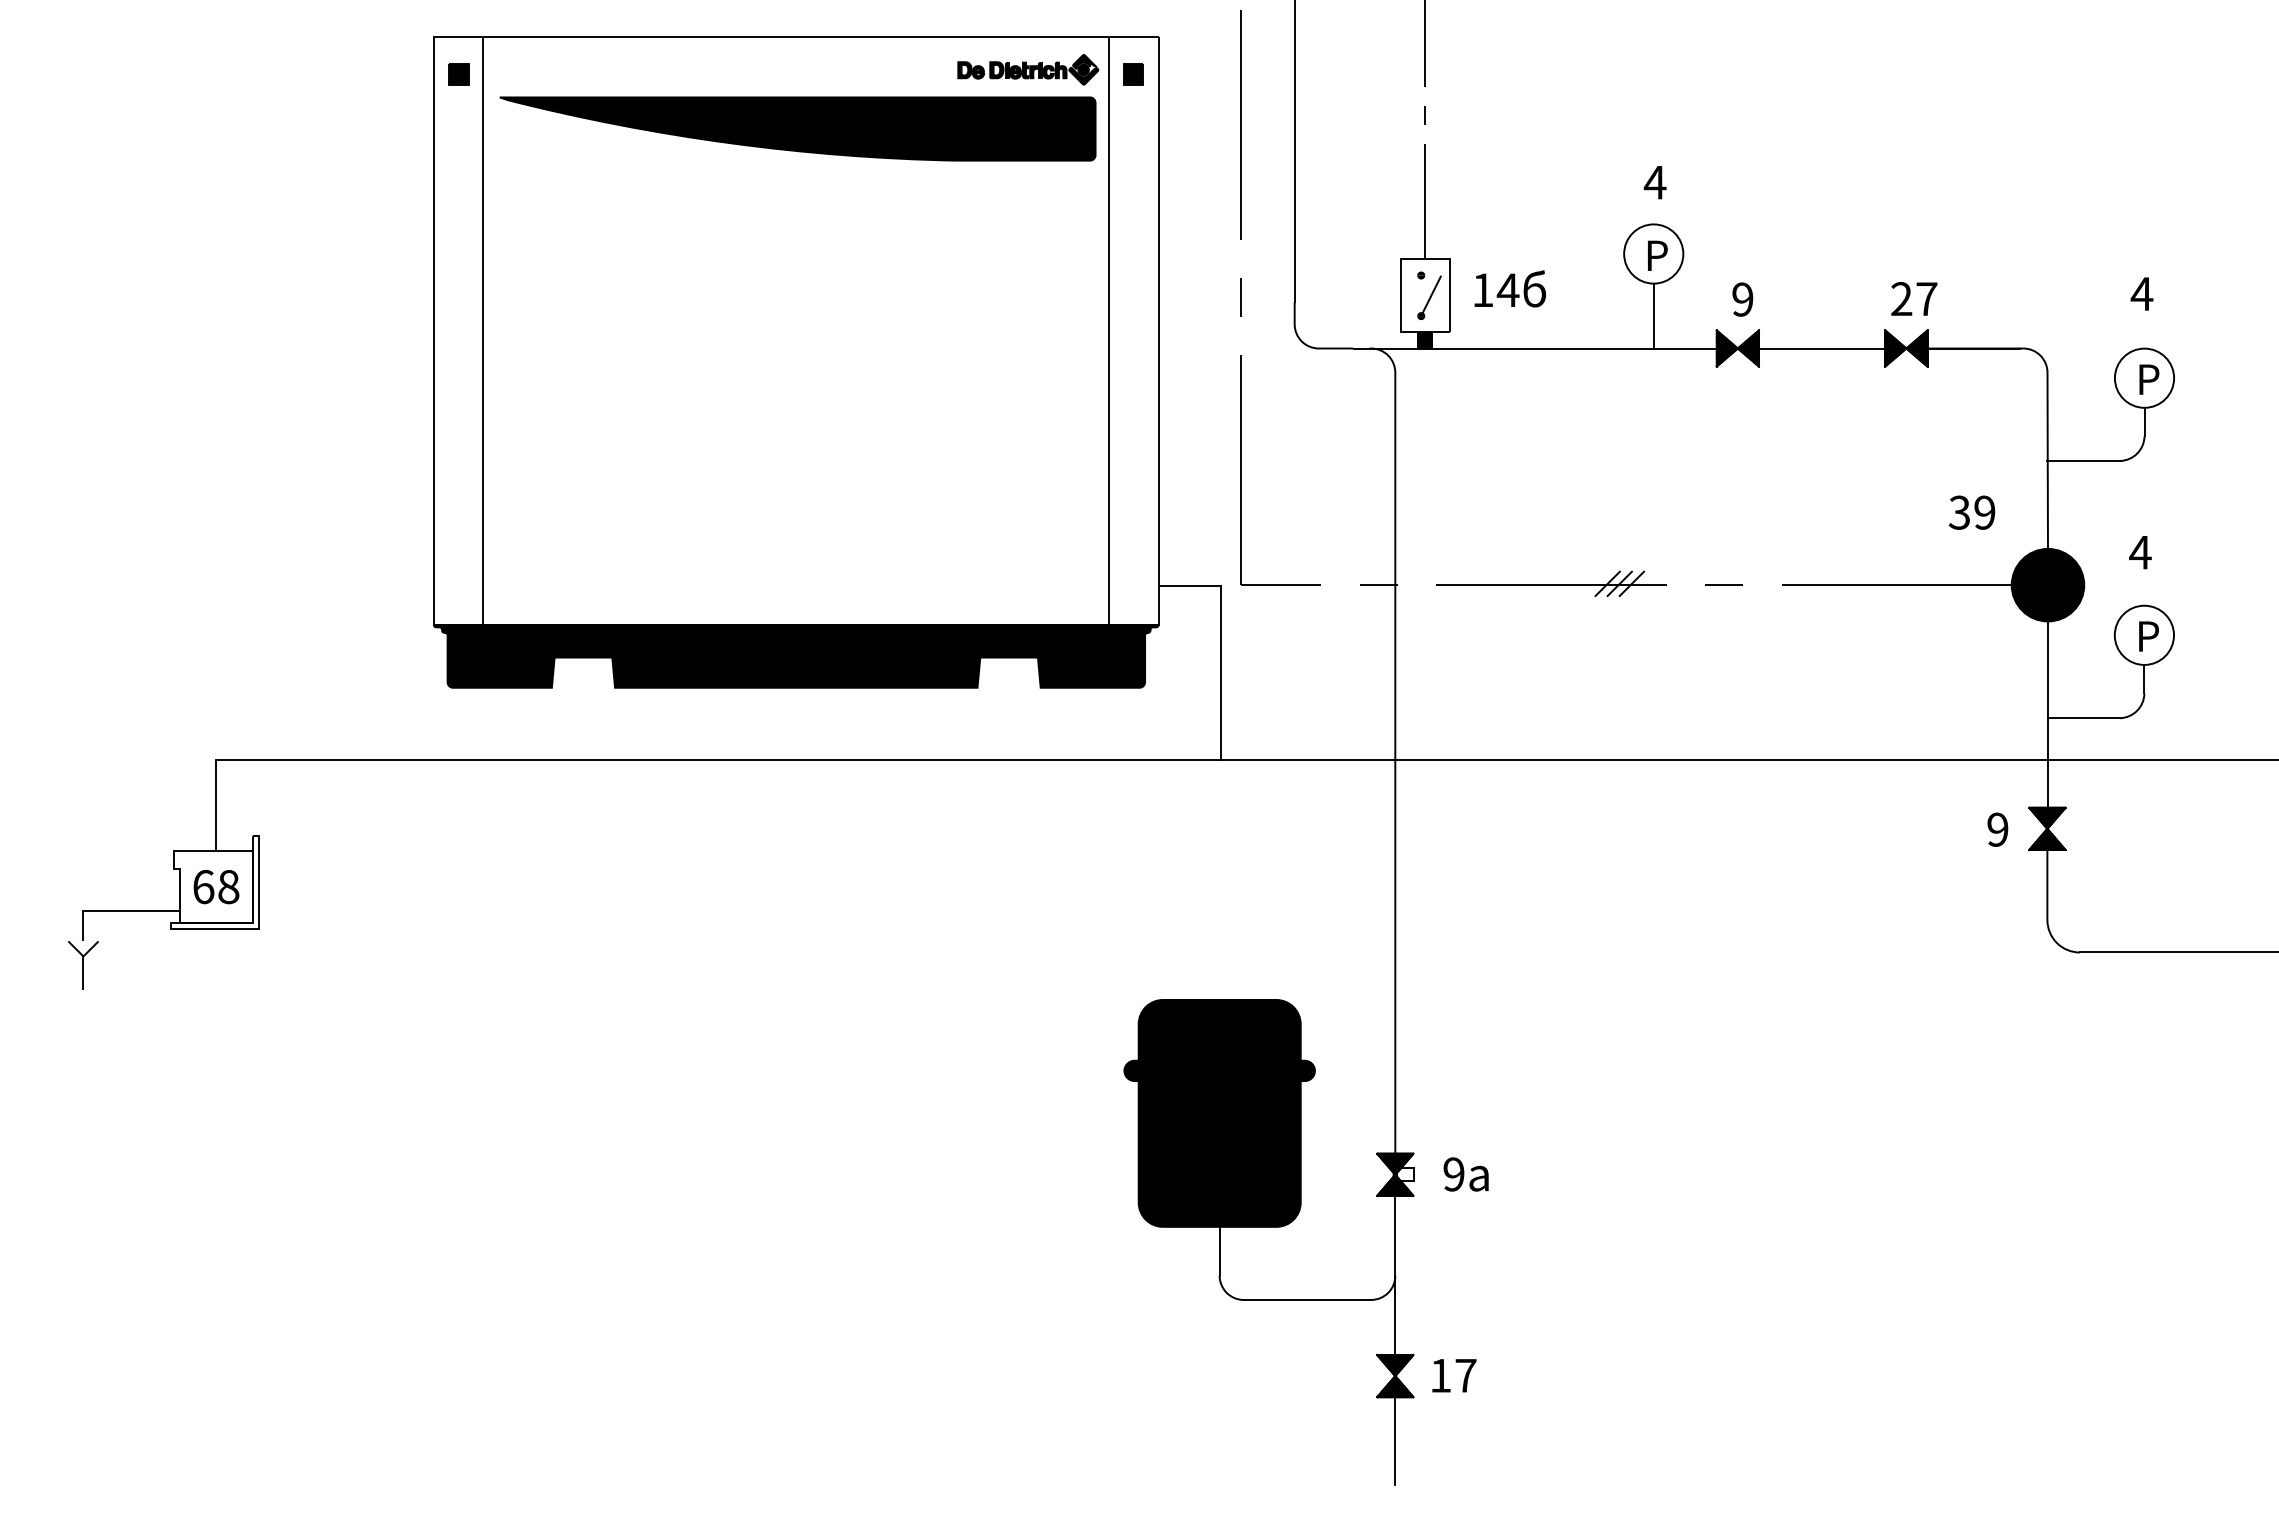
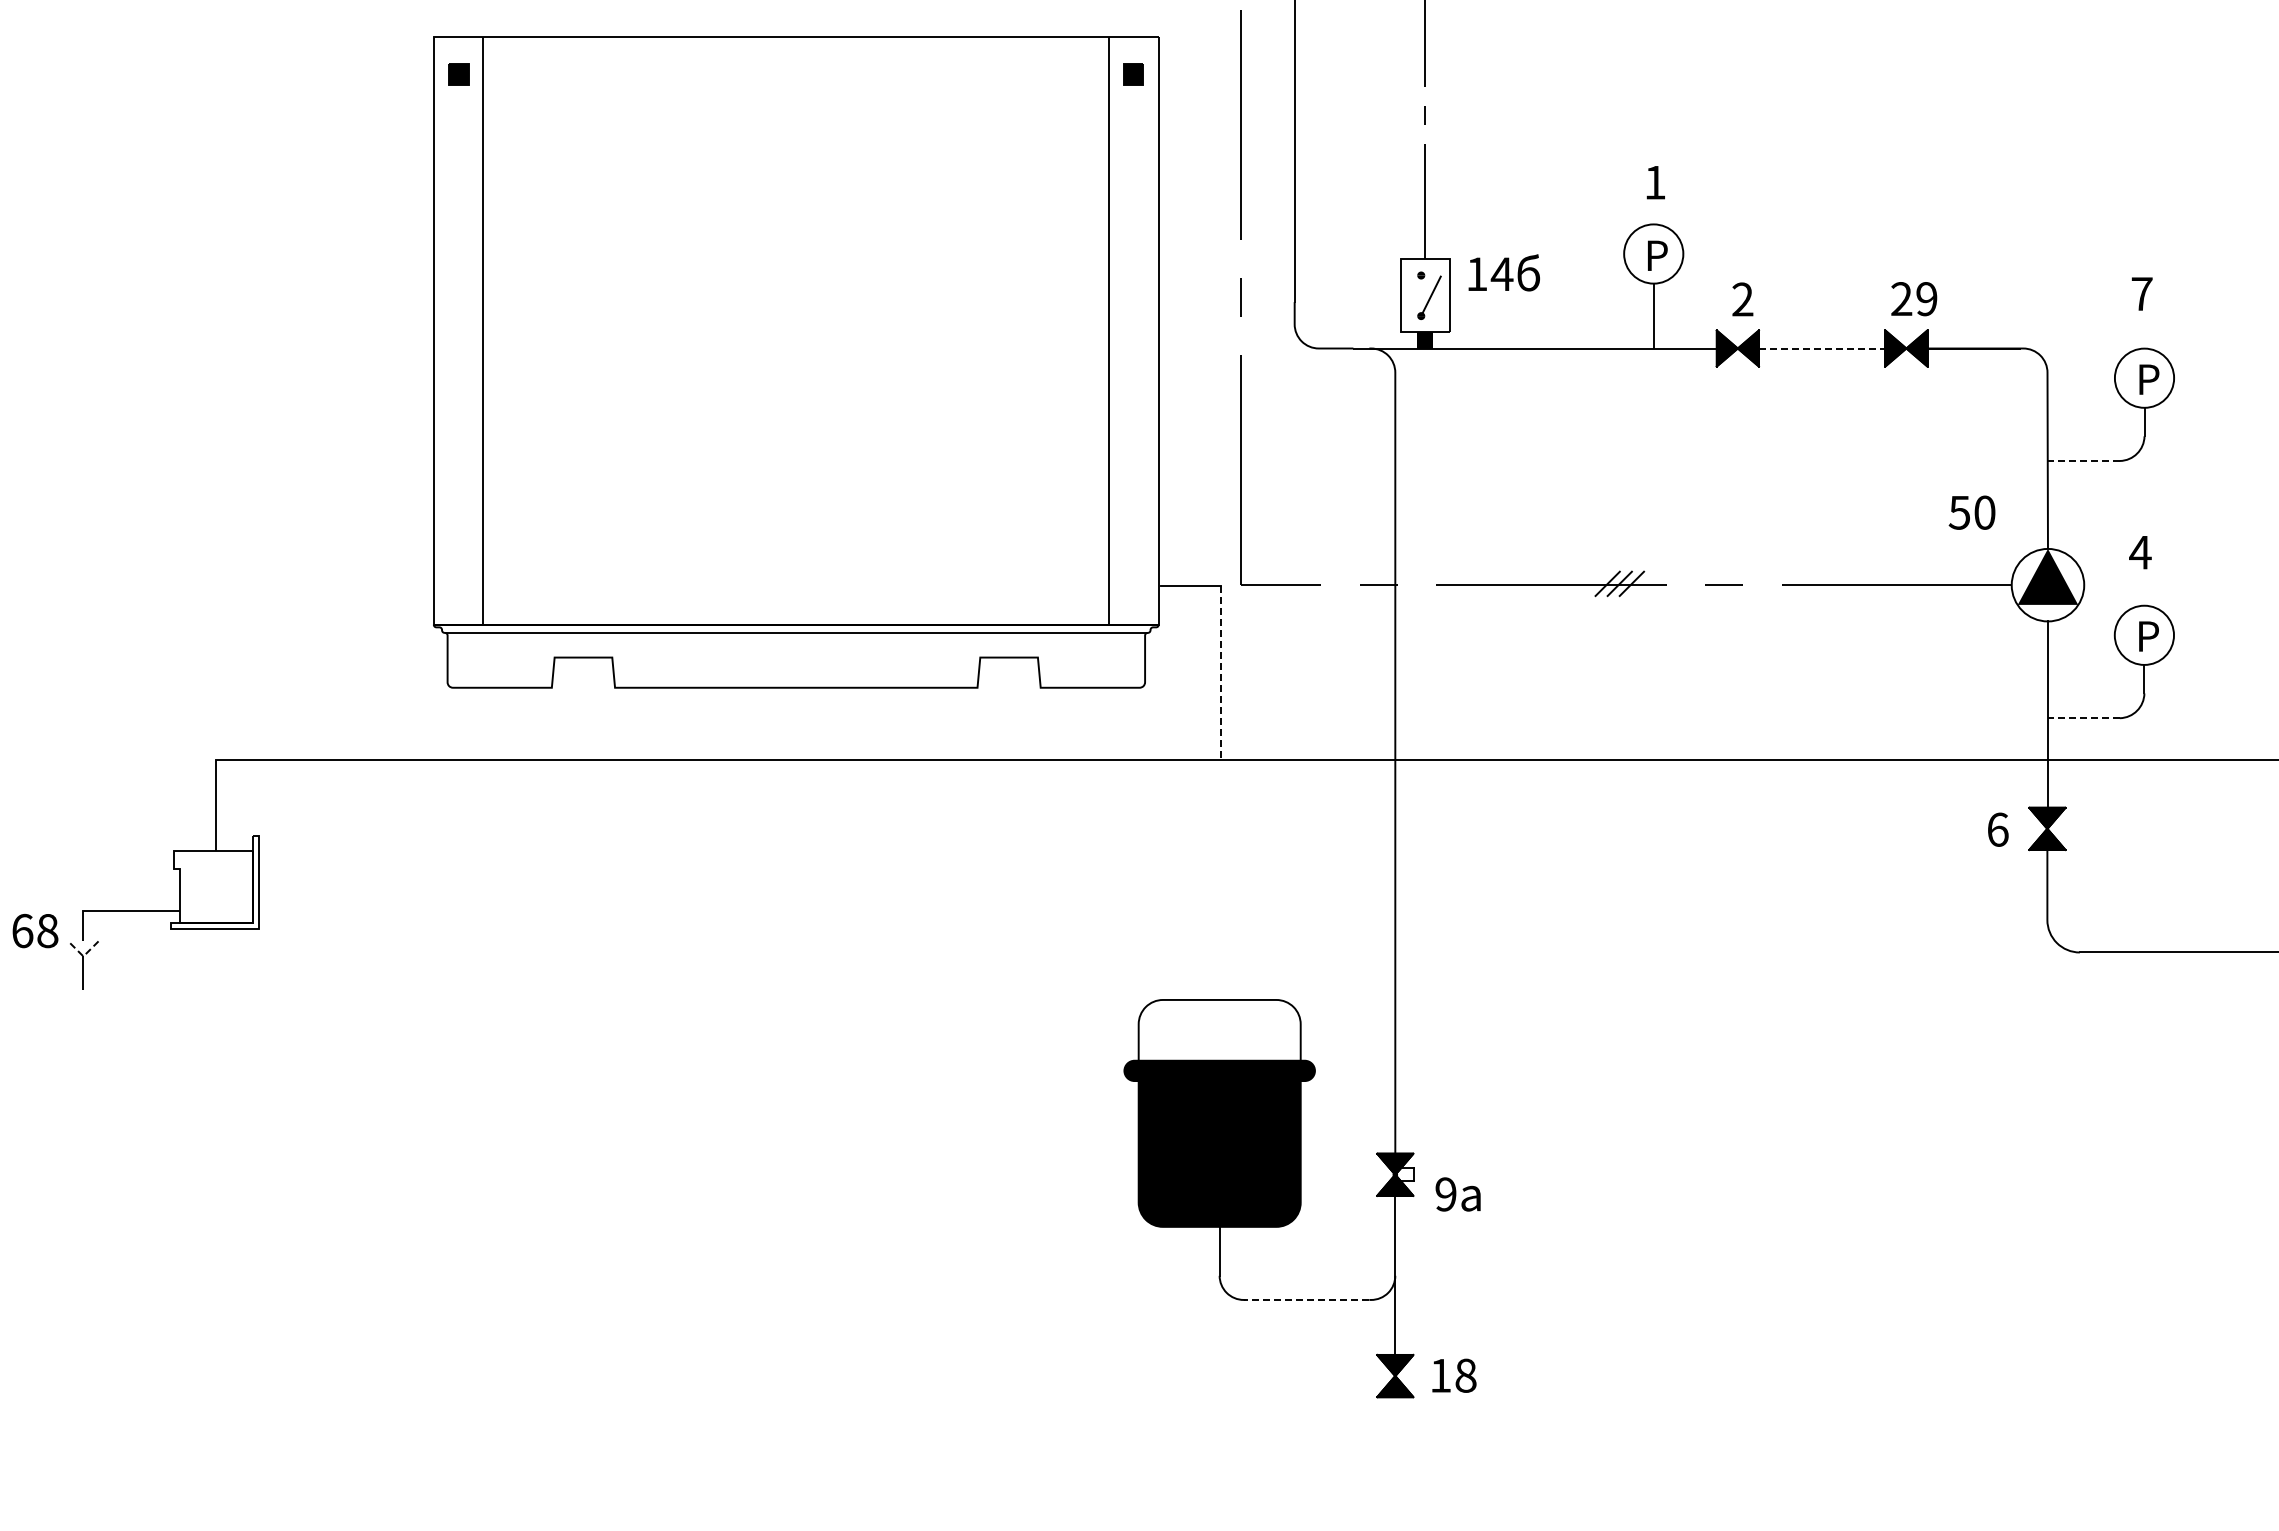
part at (1028, 69): present -> none
part at (797, 128): present -> none
text at (1654, 182): 4 -> 1
text at (1509, 288) position: (1509, 288) -> (1503, 272)
text at (2141, 293): 4 -> 7
text at (1742, 299): 9 -> 2
text at (1926, 299): 27 -> 29
line at (1822, 348): solid -> dashed
line at (2083, 460): solid -> dashed
text at (1972, 512): 39 -> 50
fill at (2047, 584): present -> none
fill at (795, 655): present -> none
line at (1220, 673): solid -> dashed
line at (2083, 718): solid -> dashed
text at (1997, 829): 9 -> 6
text at (216, 886) position: (216, 886) -> (35, 930)
line at (83, 956): solid -> dashed
fill at (1219, 1029): present -> none
text at (1465, 1174) position: (1465, 1174) -> (1457, 1194)
line at (1306, 1299): solid -> dashed
text at (1465, 1375): 17 -> 18
line at (1395, 1441): present -> none
